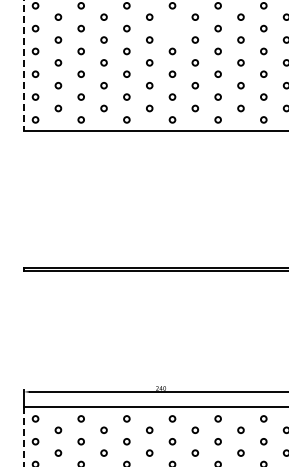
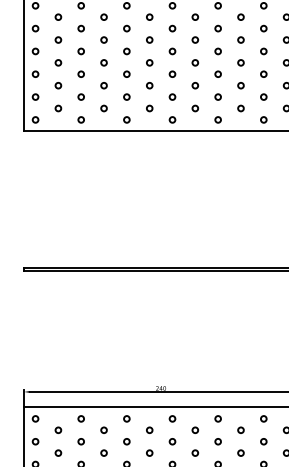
circle at (172, 28): none -> present
line at (24, 66): dashed -> solid
line at (24, 437): dashed -> solid
